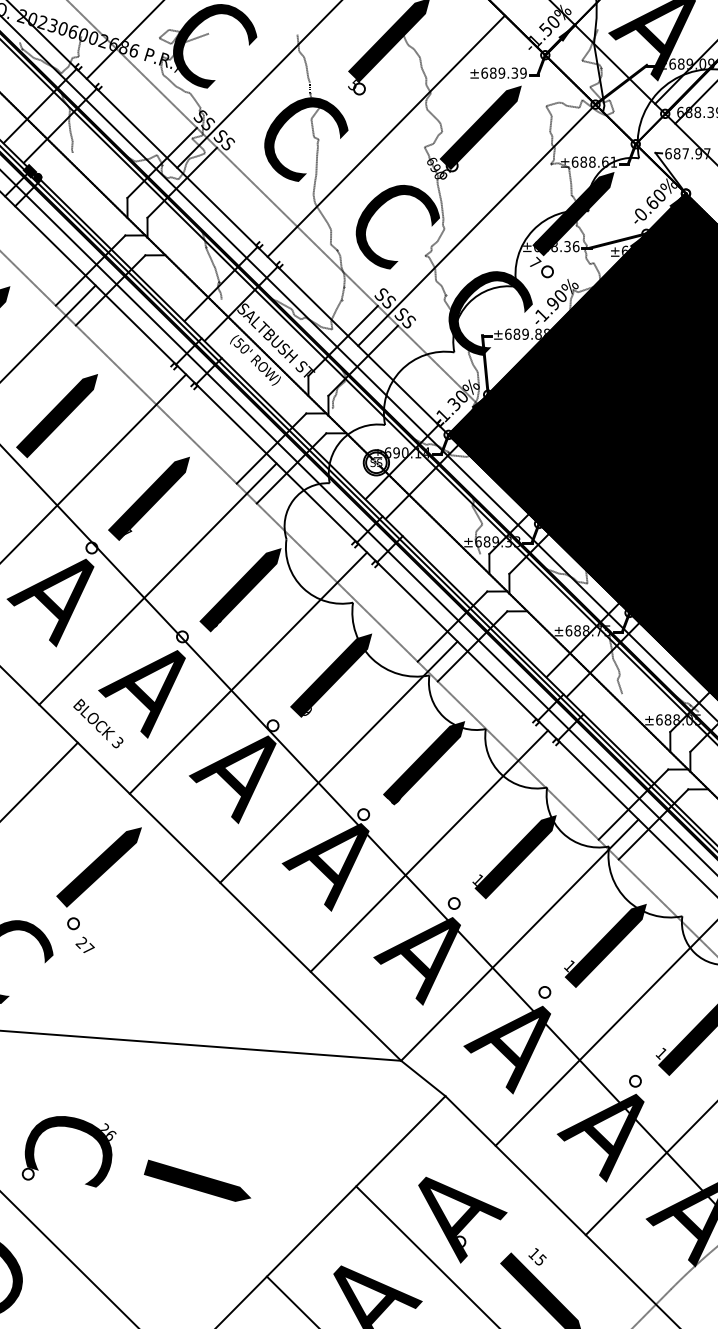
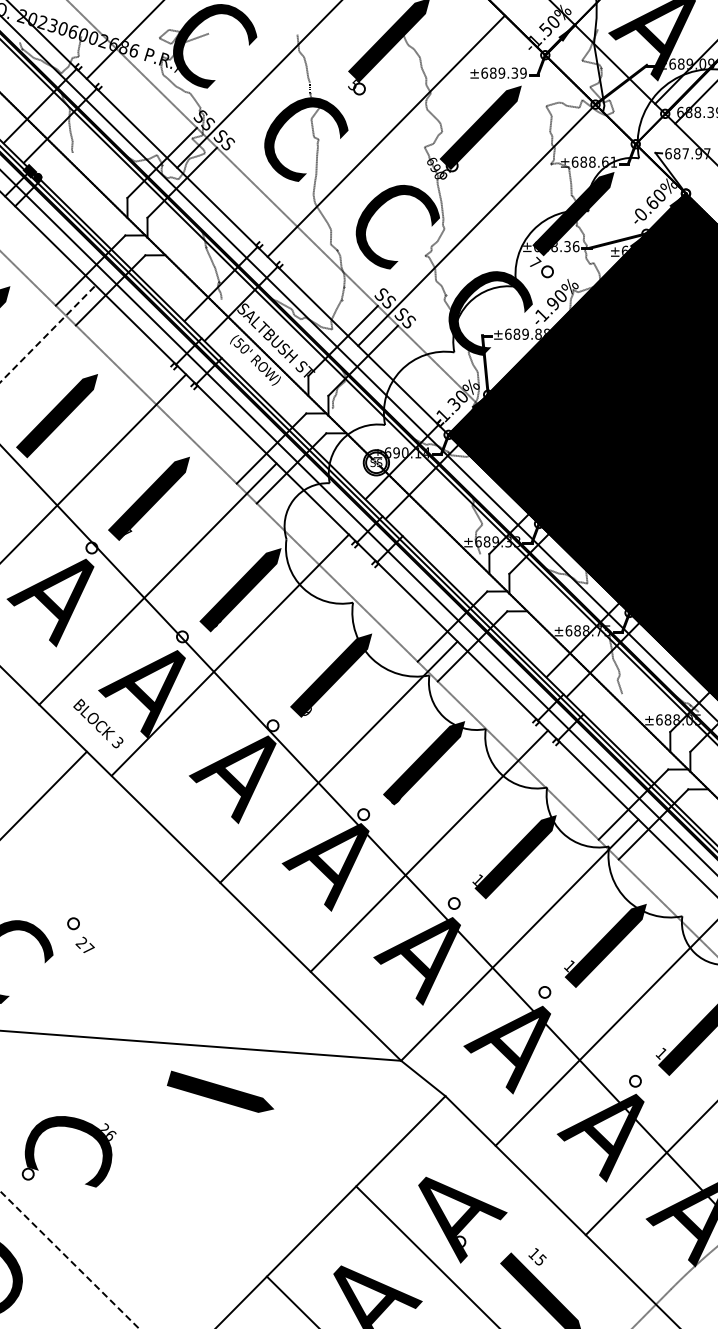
line at (48, 333): solid -> dashed
line at (248, 672) position: (248, 672) -> (230, 654)
line at (39, 780) position: (39, 780) -> (44, 794)
line at (98, 867): present -> none
line at (197, 1180) position: (197, 1180) -> (220, 1091)
line at (69, 1260): solid -> dashed
